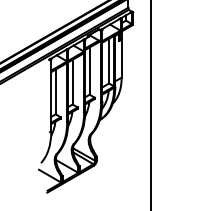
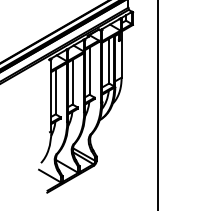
line at (150, 104) position: (150, 104) -> (157, 104)
